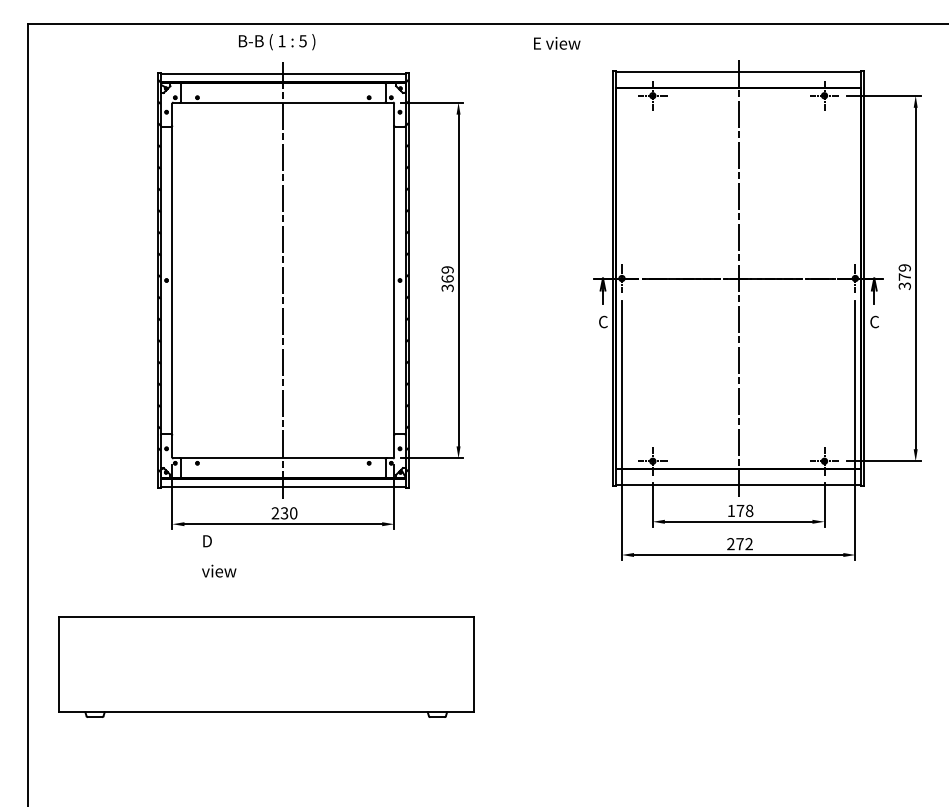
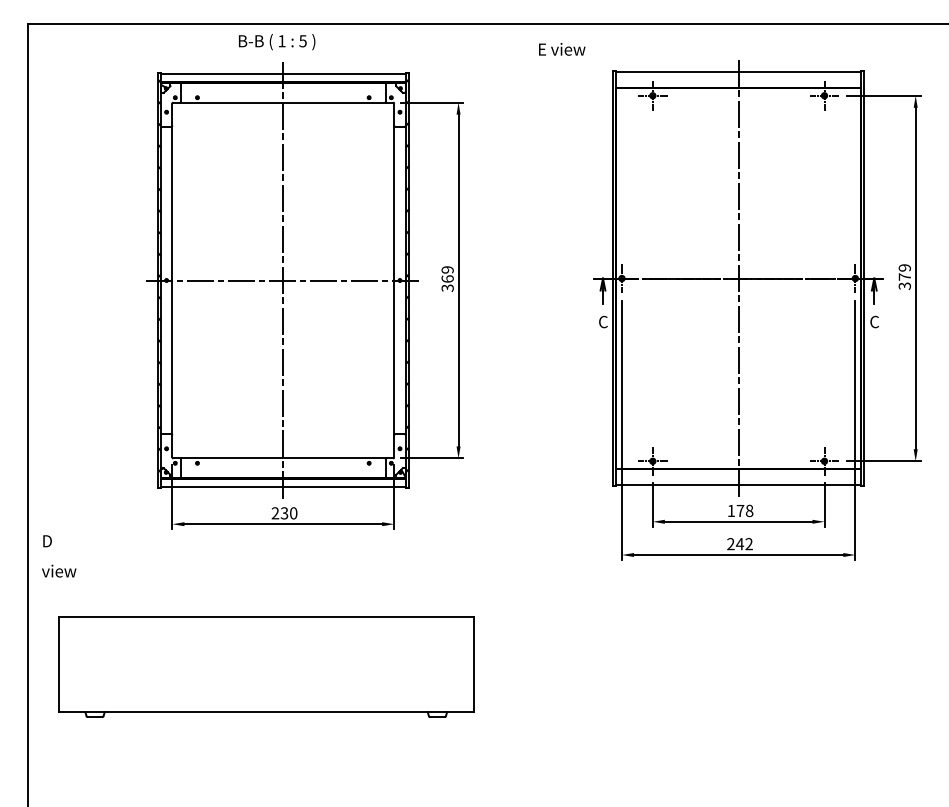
text at (557, 43) position: (557, 43) -> (562, 49)
line at (282, 280): none -> present
text at (739, 544): 272 -> 242
text at (219, 556) position: (219, 556) -> (59, 556)
